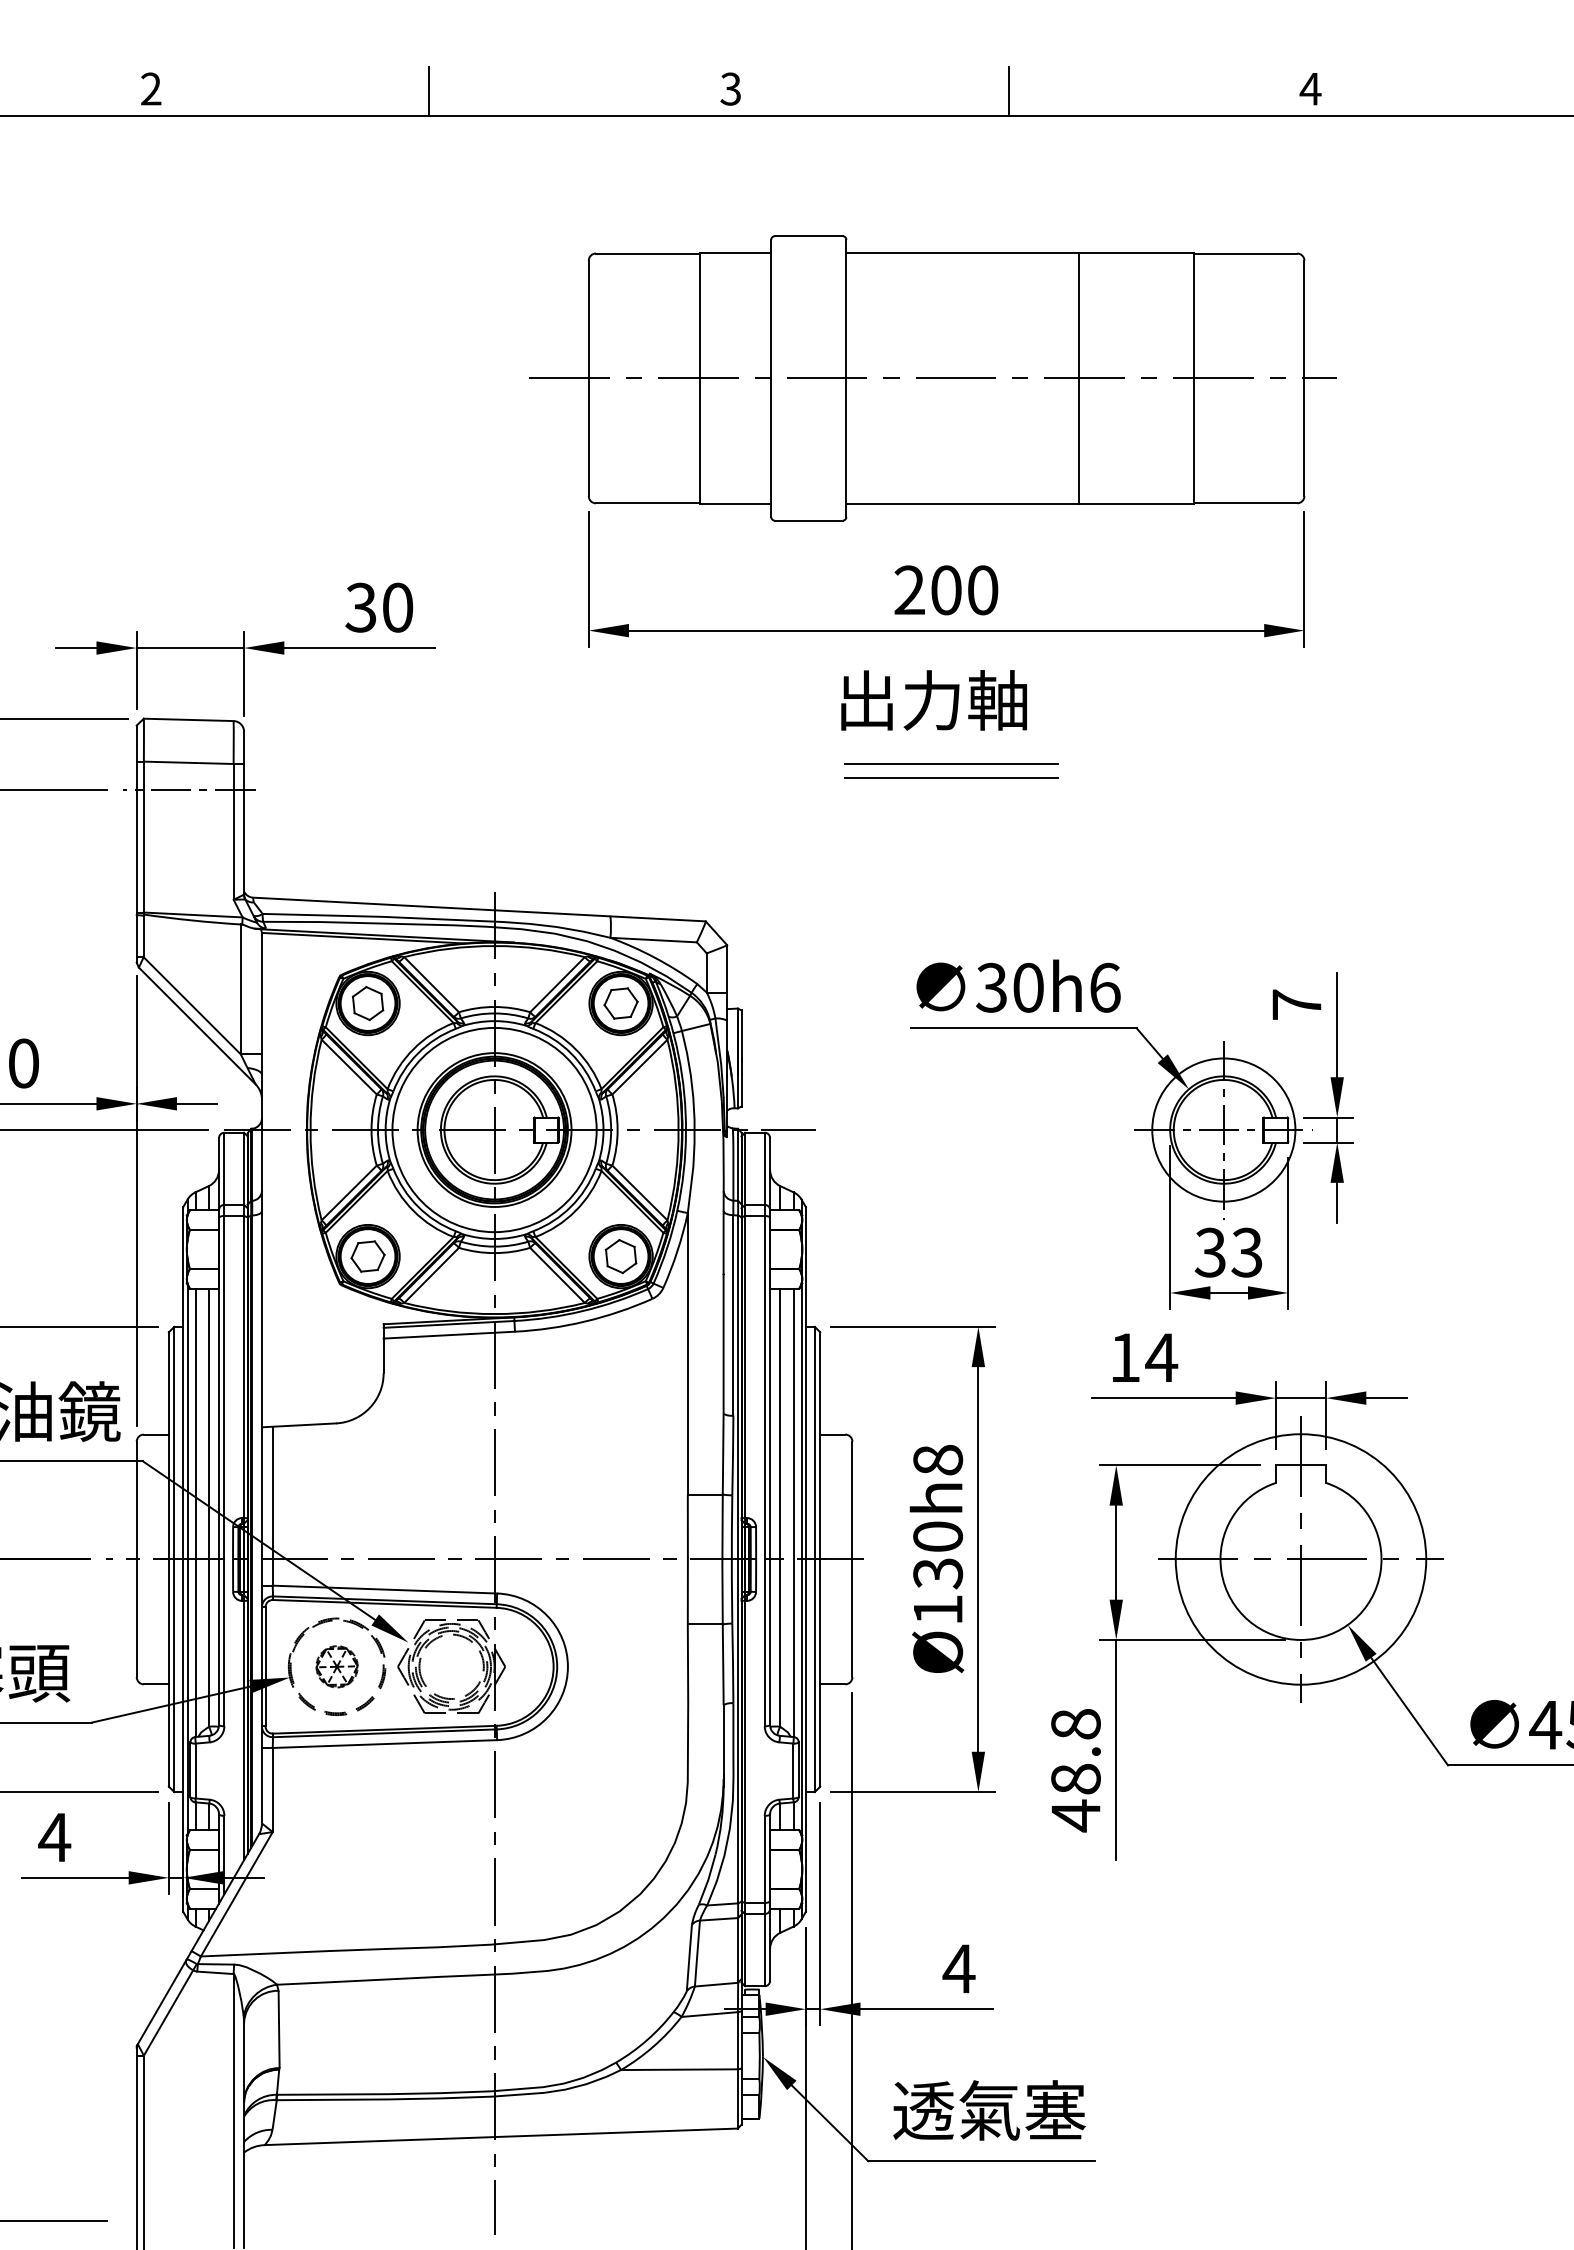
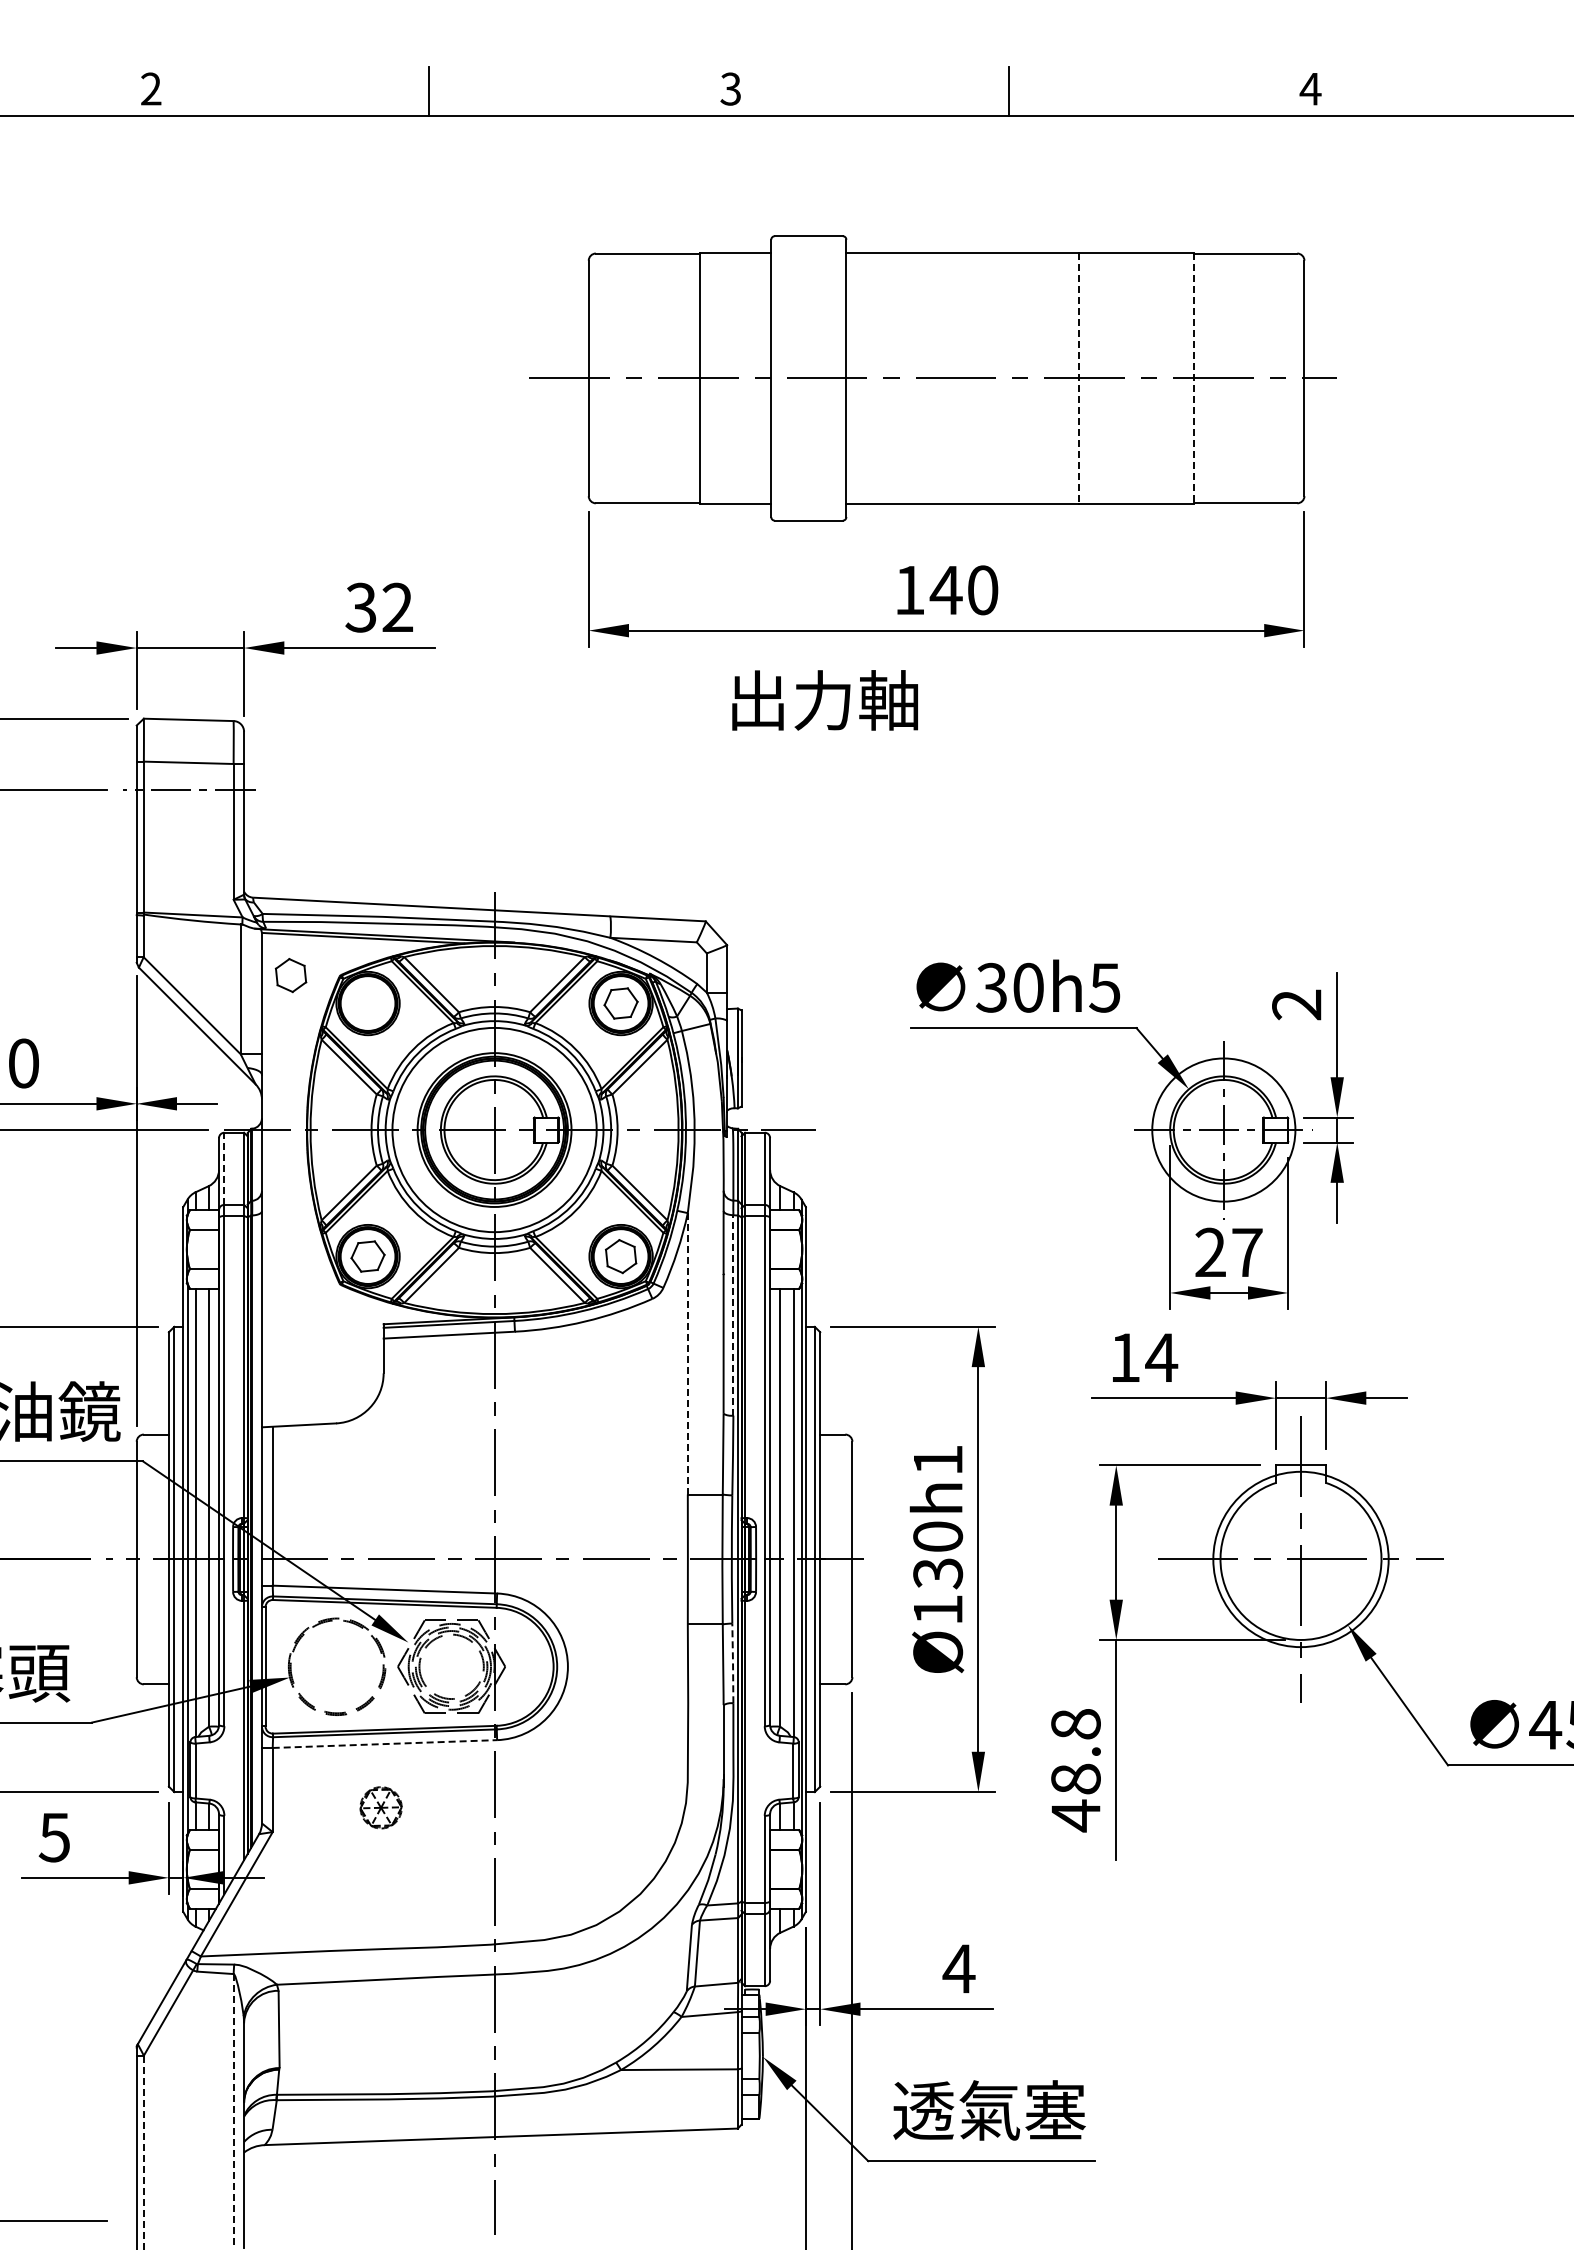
line at (1078, 378): solid -> dashed
line at (1193, 378): solid -> dashed
text at (928, 590): 200 -> 140
text at (397, 607): 30 -> 32
text at (933, 700) position: (933, 700) -> (824, 700)
line at (951, 764): present -> none
line at (951, 778): present -> none
text at (1104, 987): 30h6 -> 30h5
part at (367, 1003) position: (367, 1003) -> (290, 975)
text at (1296, 1004): 7 -> 2
line at (224, 1168): solid -> dashed
text at (1228, 1252): 33 -> 27
line at (733, 1314): solid -> dashed
line at (687, 1353): solid -> dashed
text at (938, 1459): Ø130h8 -> Ø130h1
circle at (1300, 1559) diameter: 250 px -> 175 px
line at (733, 1663): solid -> dashed
part at (336, 1666) position: (336, 1666) -> (380, 1807)
line at (385, 1744): solid -> dashed
text at (54, 1837): 4 -> 5
line at (233, 2110): solid -> dashed
line at (143, 2152): solid -> dashed
